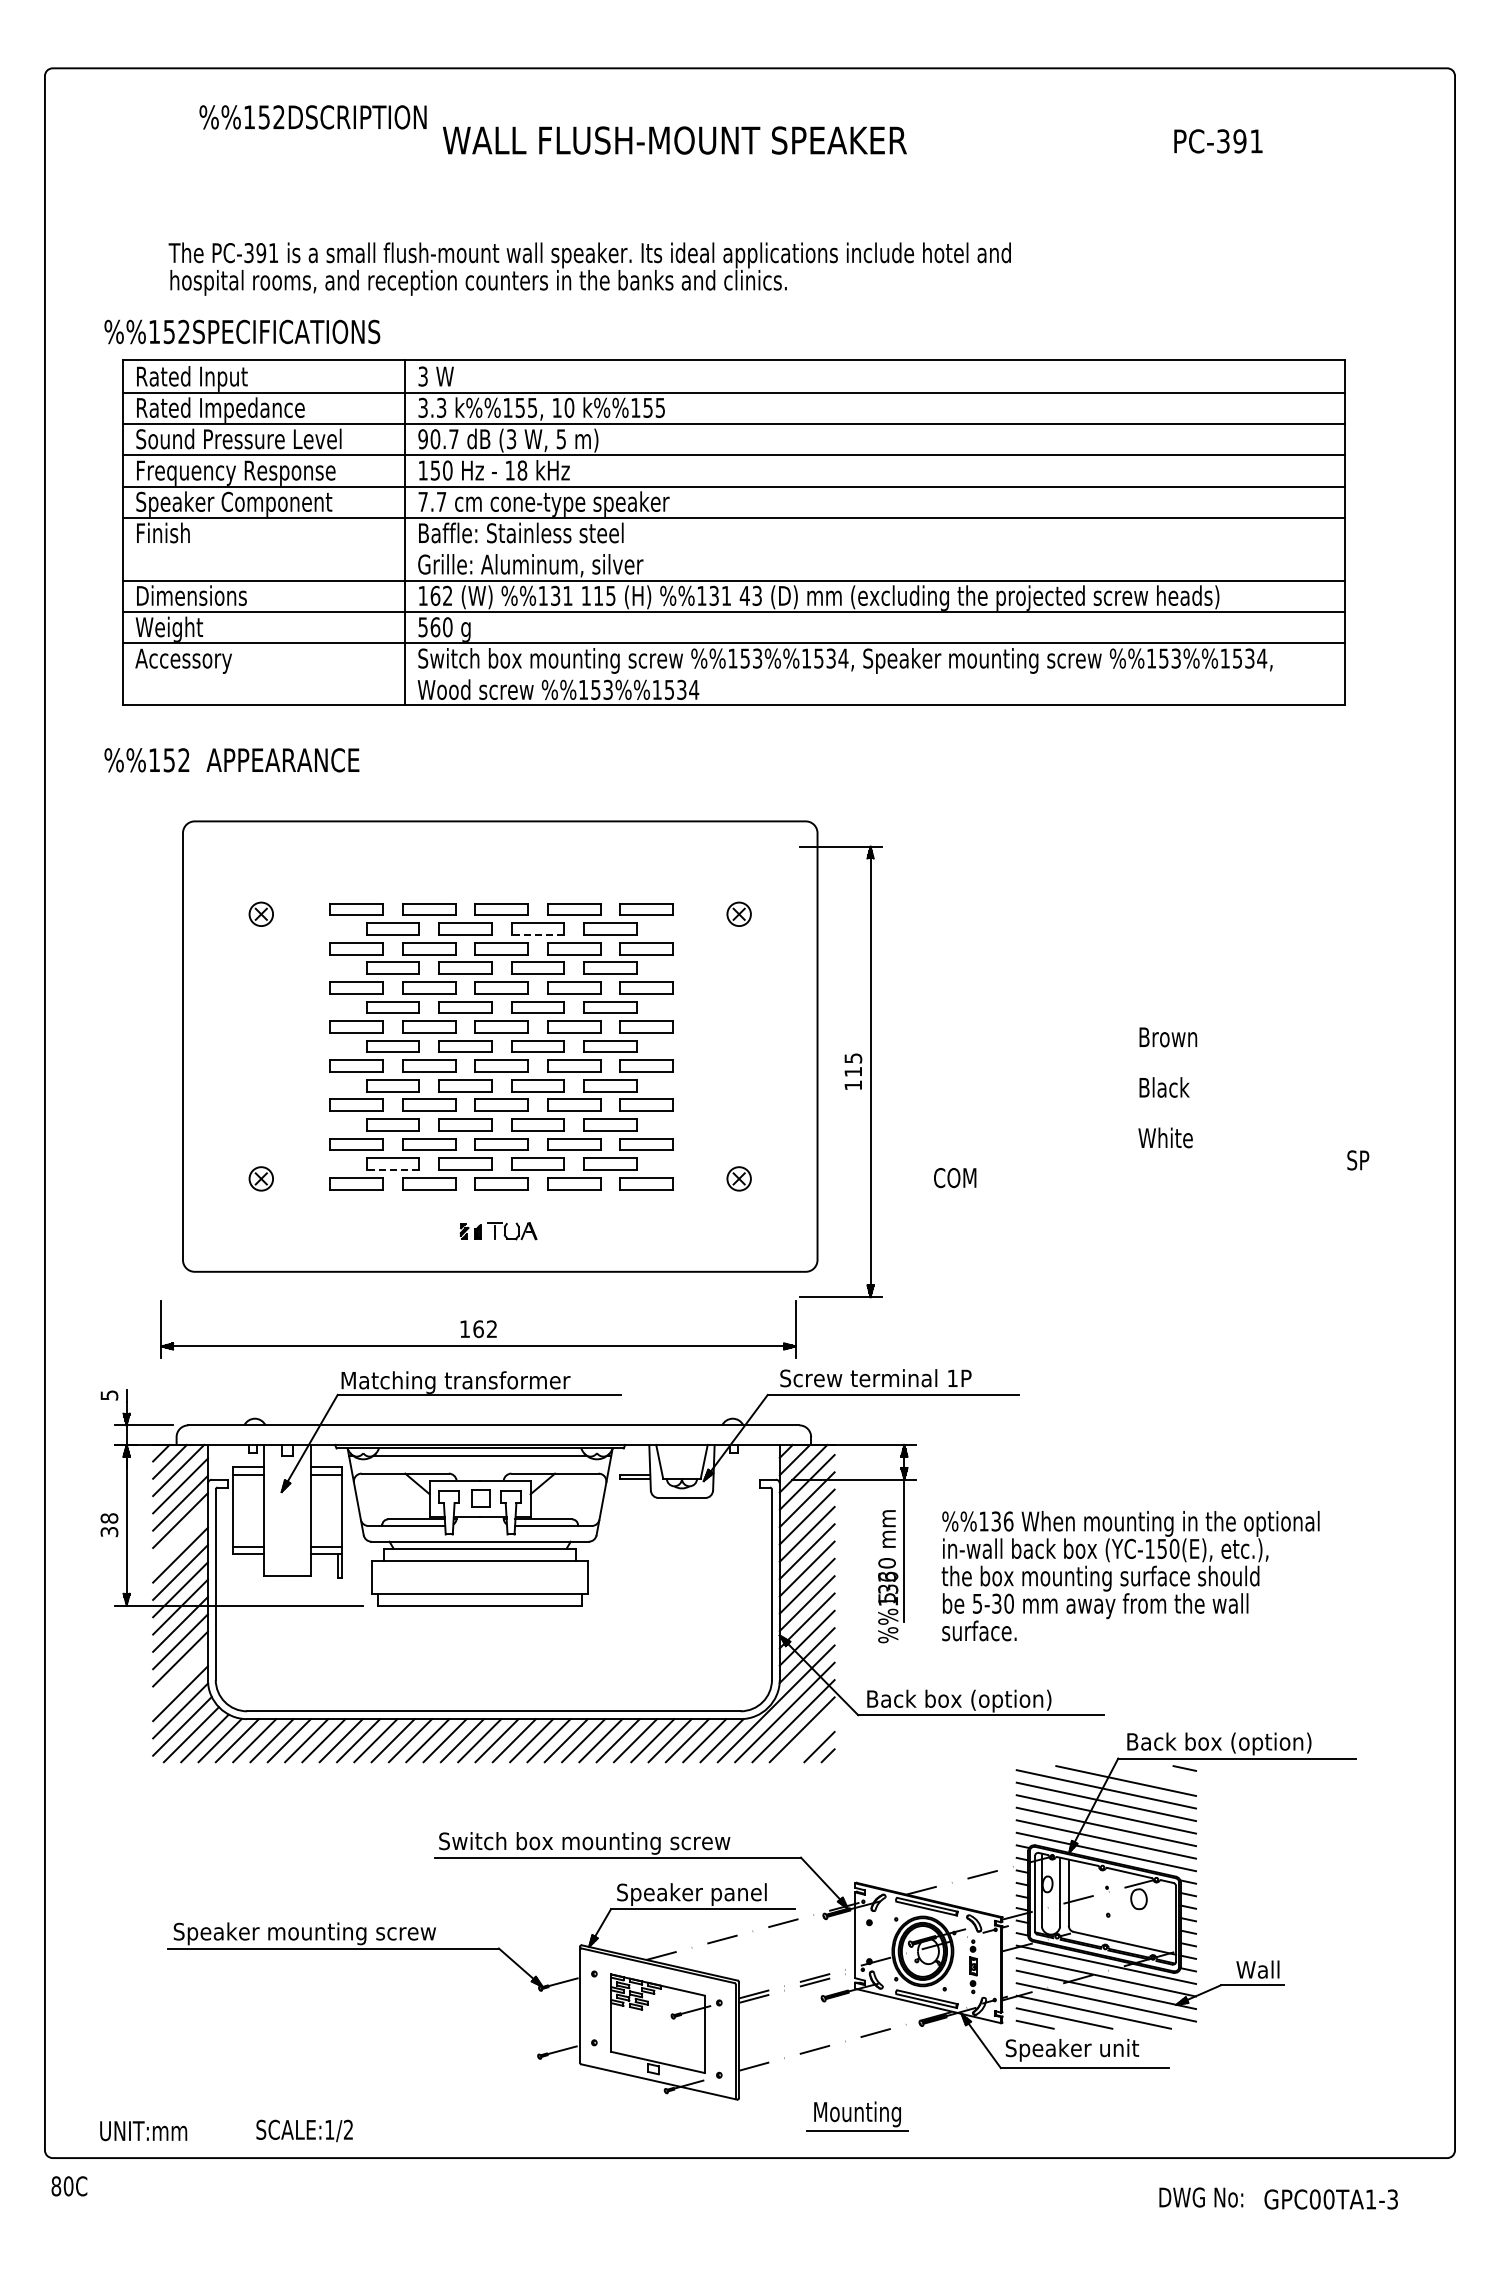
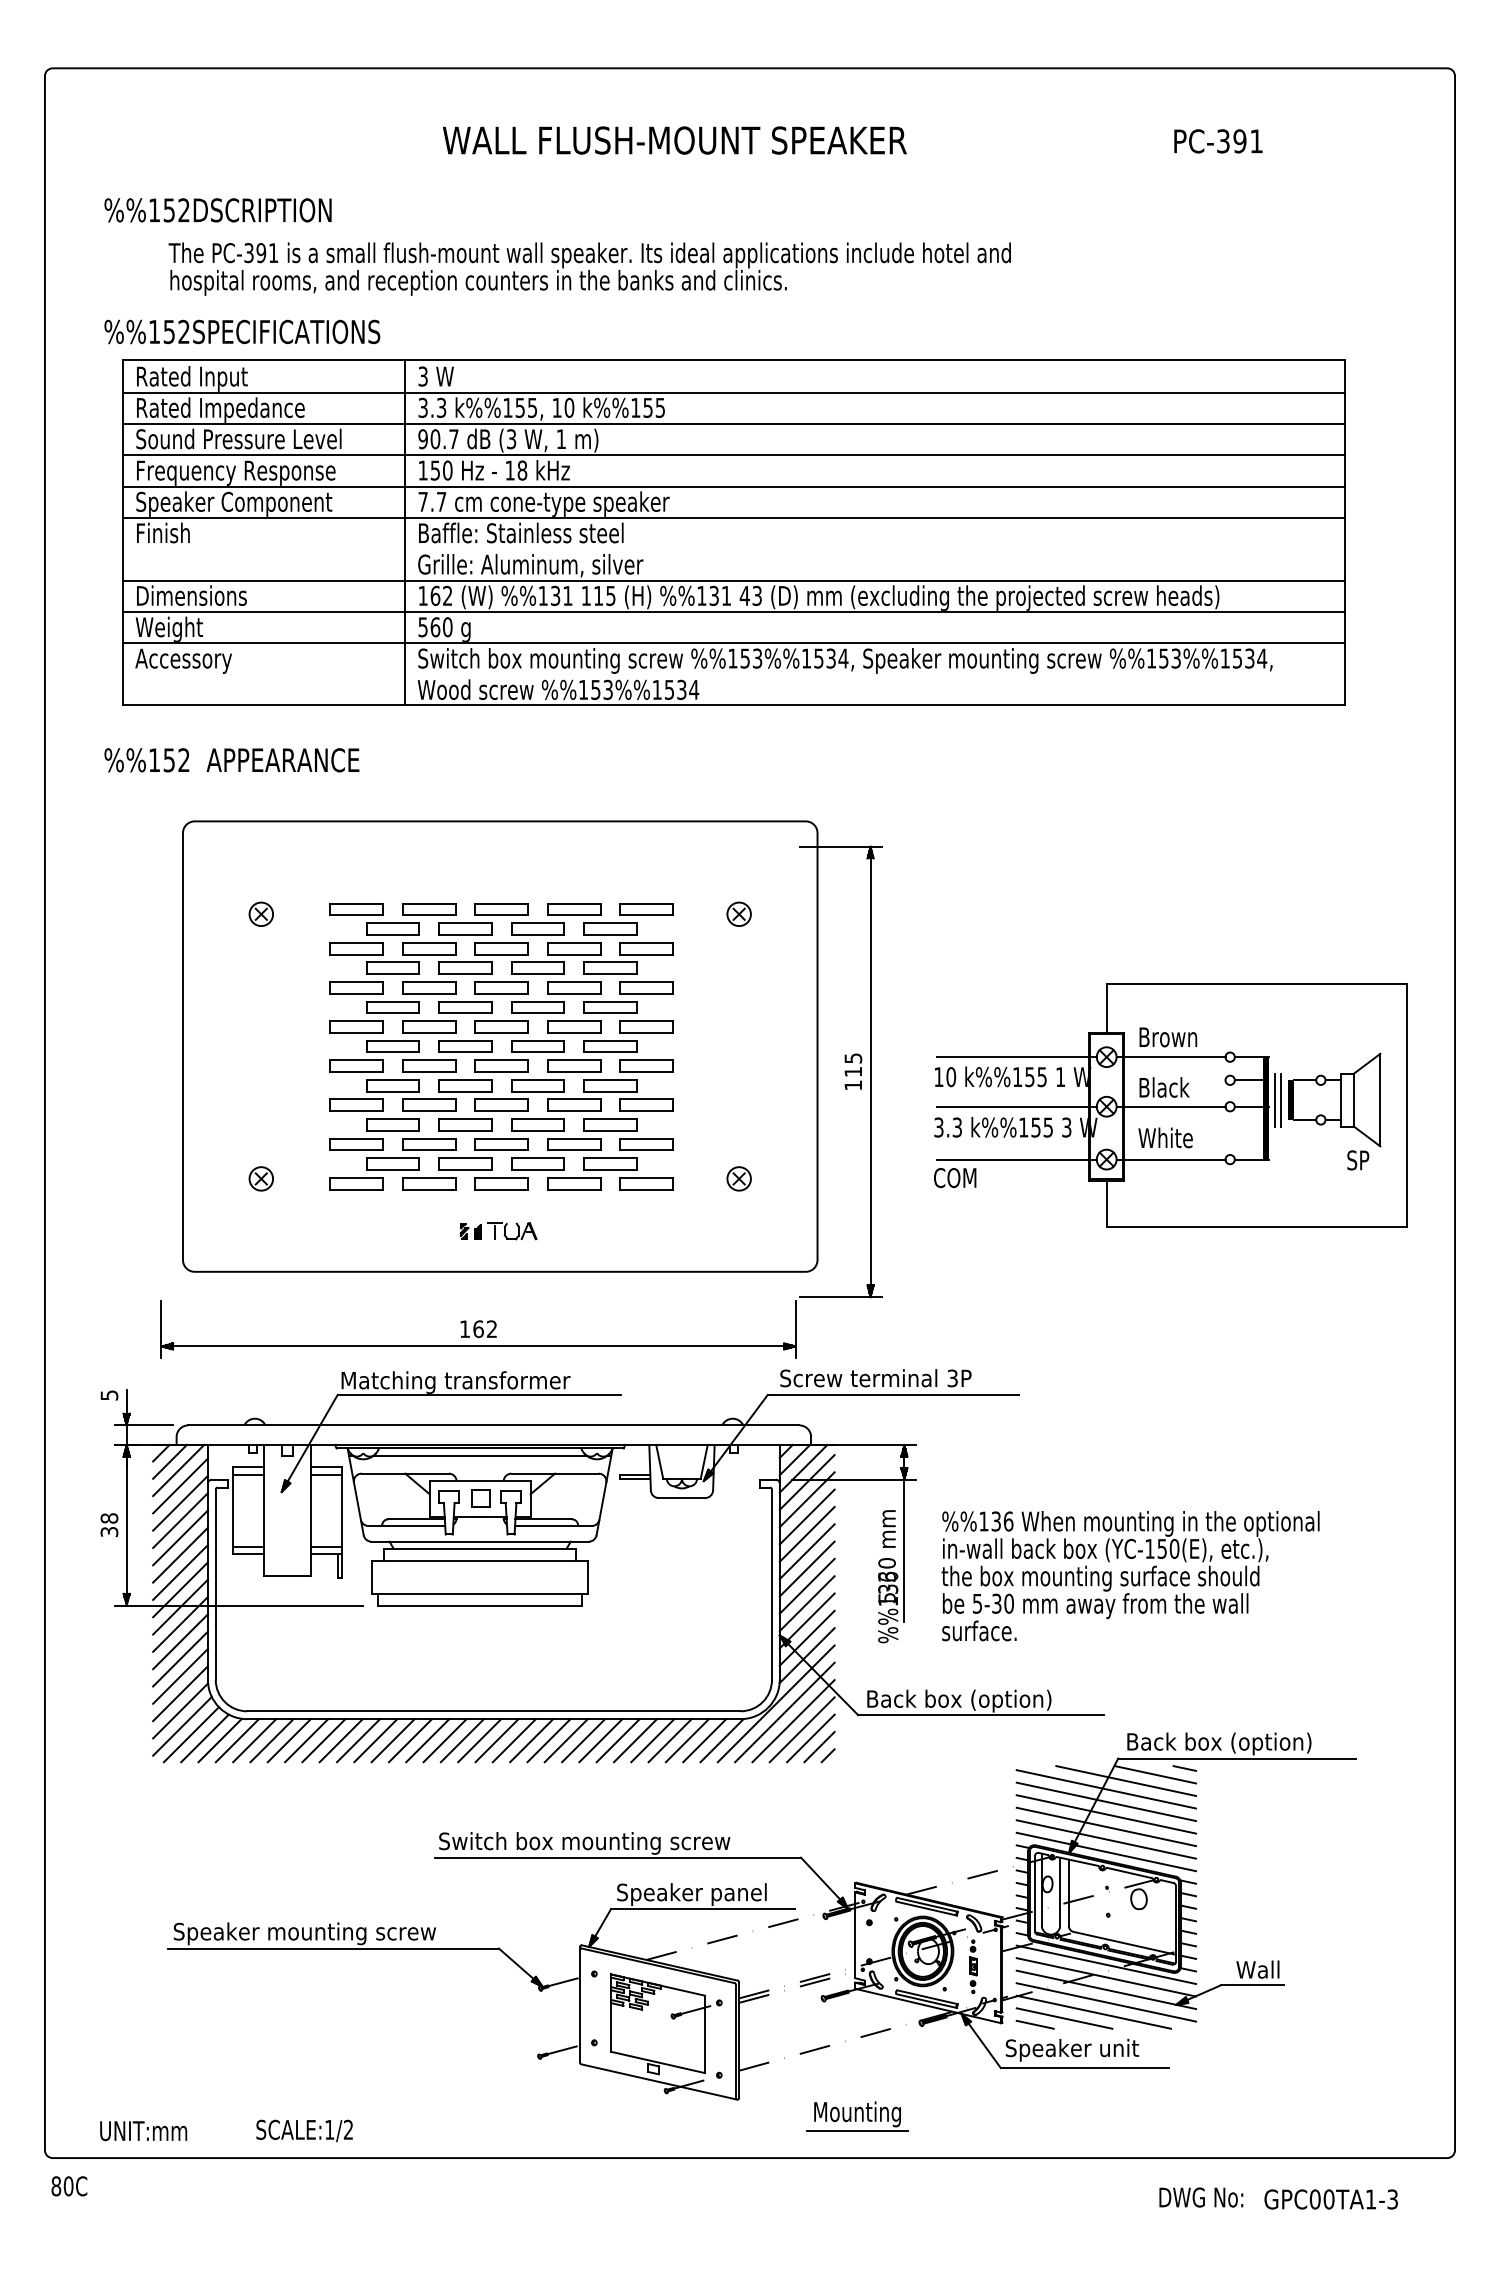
text at (312, 117) position: (312, 117) -> (217, 210)
text at (560, 439): 5 -> 1
line at (537, 934): dashed -> solid
part at (1170, 1105): none -> present
line at (392, 1169): dashed -> solid
text at (952, 1378): 1P -> 3P
line at (180, 1537): none -> present
line at (180, 1675): none -> present
line at (810, 1738): none -> present
line at (1155, 1774): none -> present
